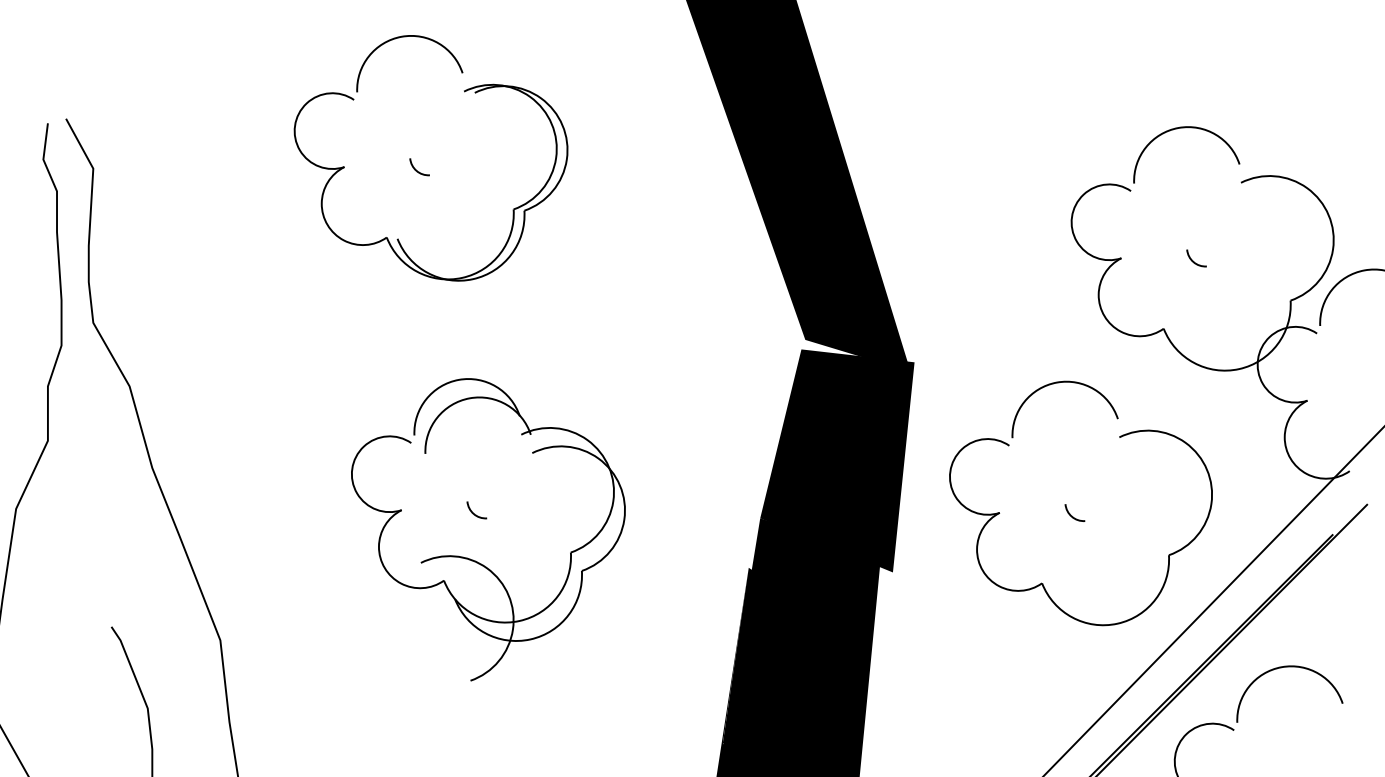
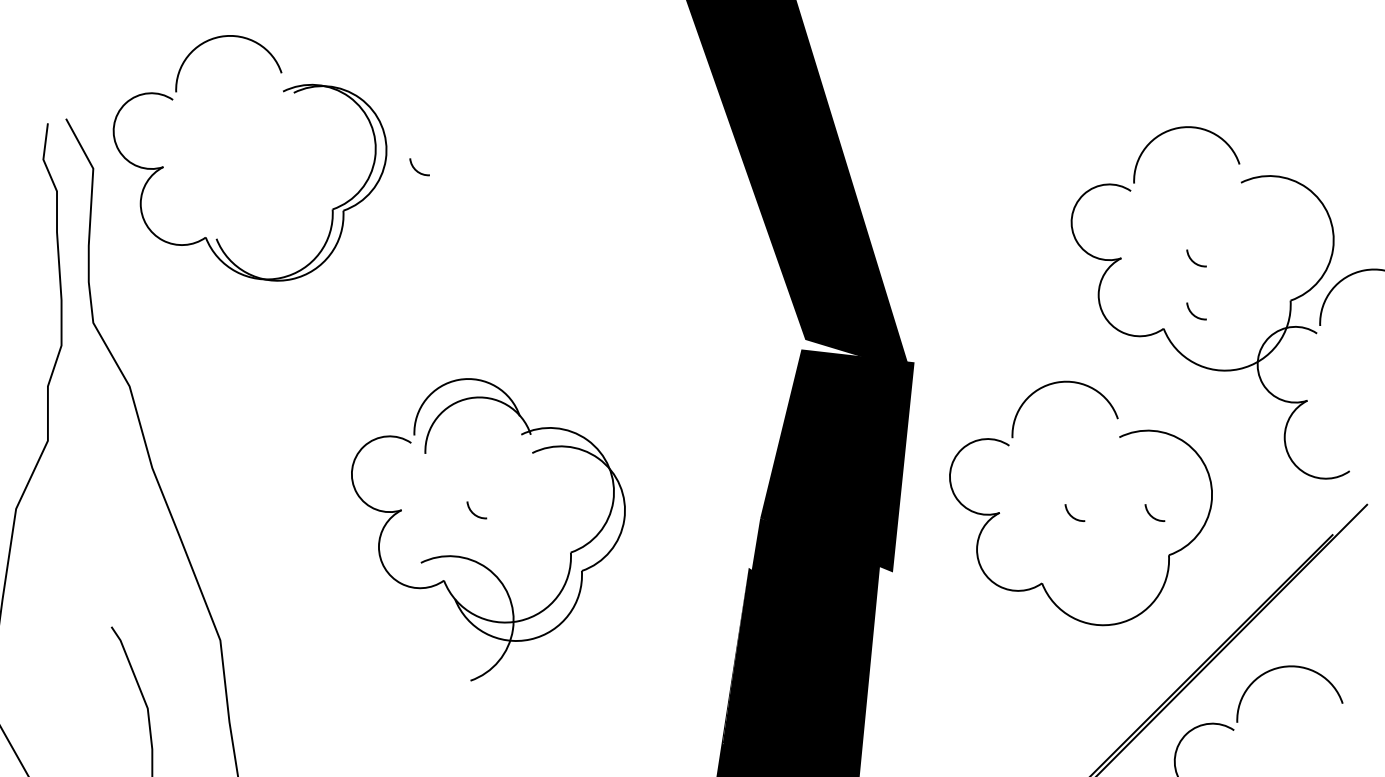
part at (464, 92) position: (464, 92) -> (283, 92)
arc at (1193, 313): none -> present
arc at (1152, 515): none -> present
line at (1213, 601): present -> none
